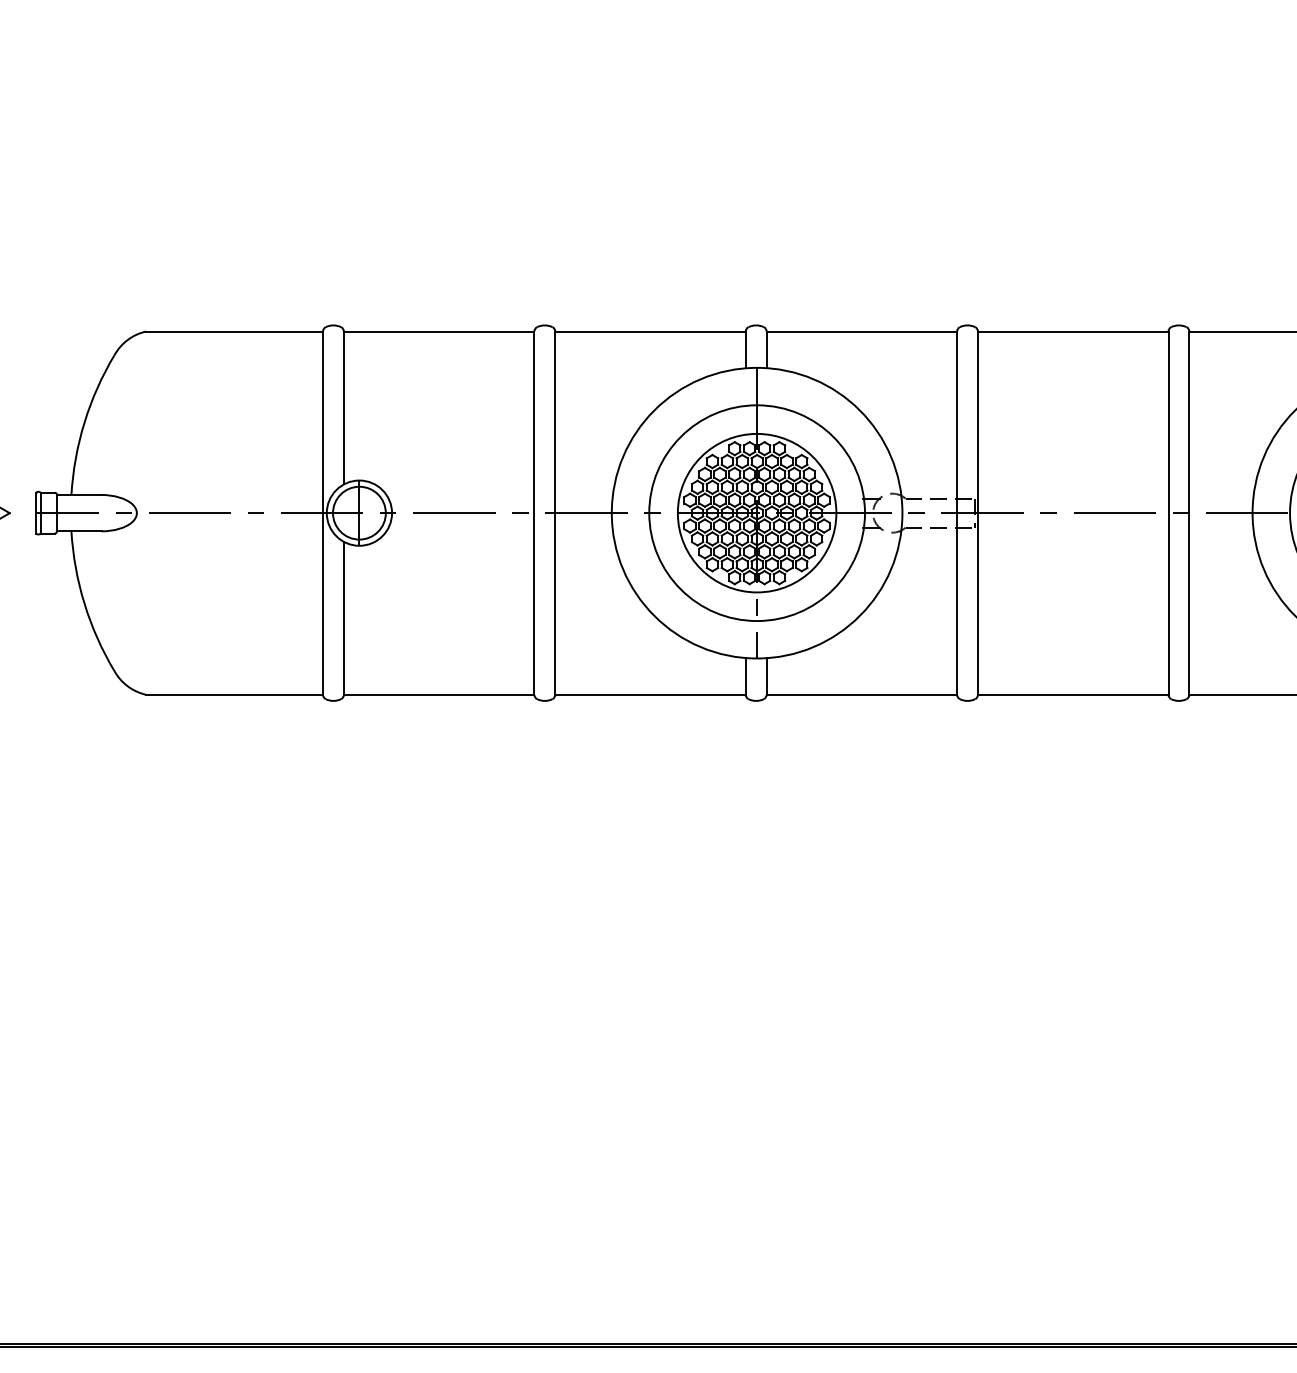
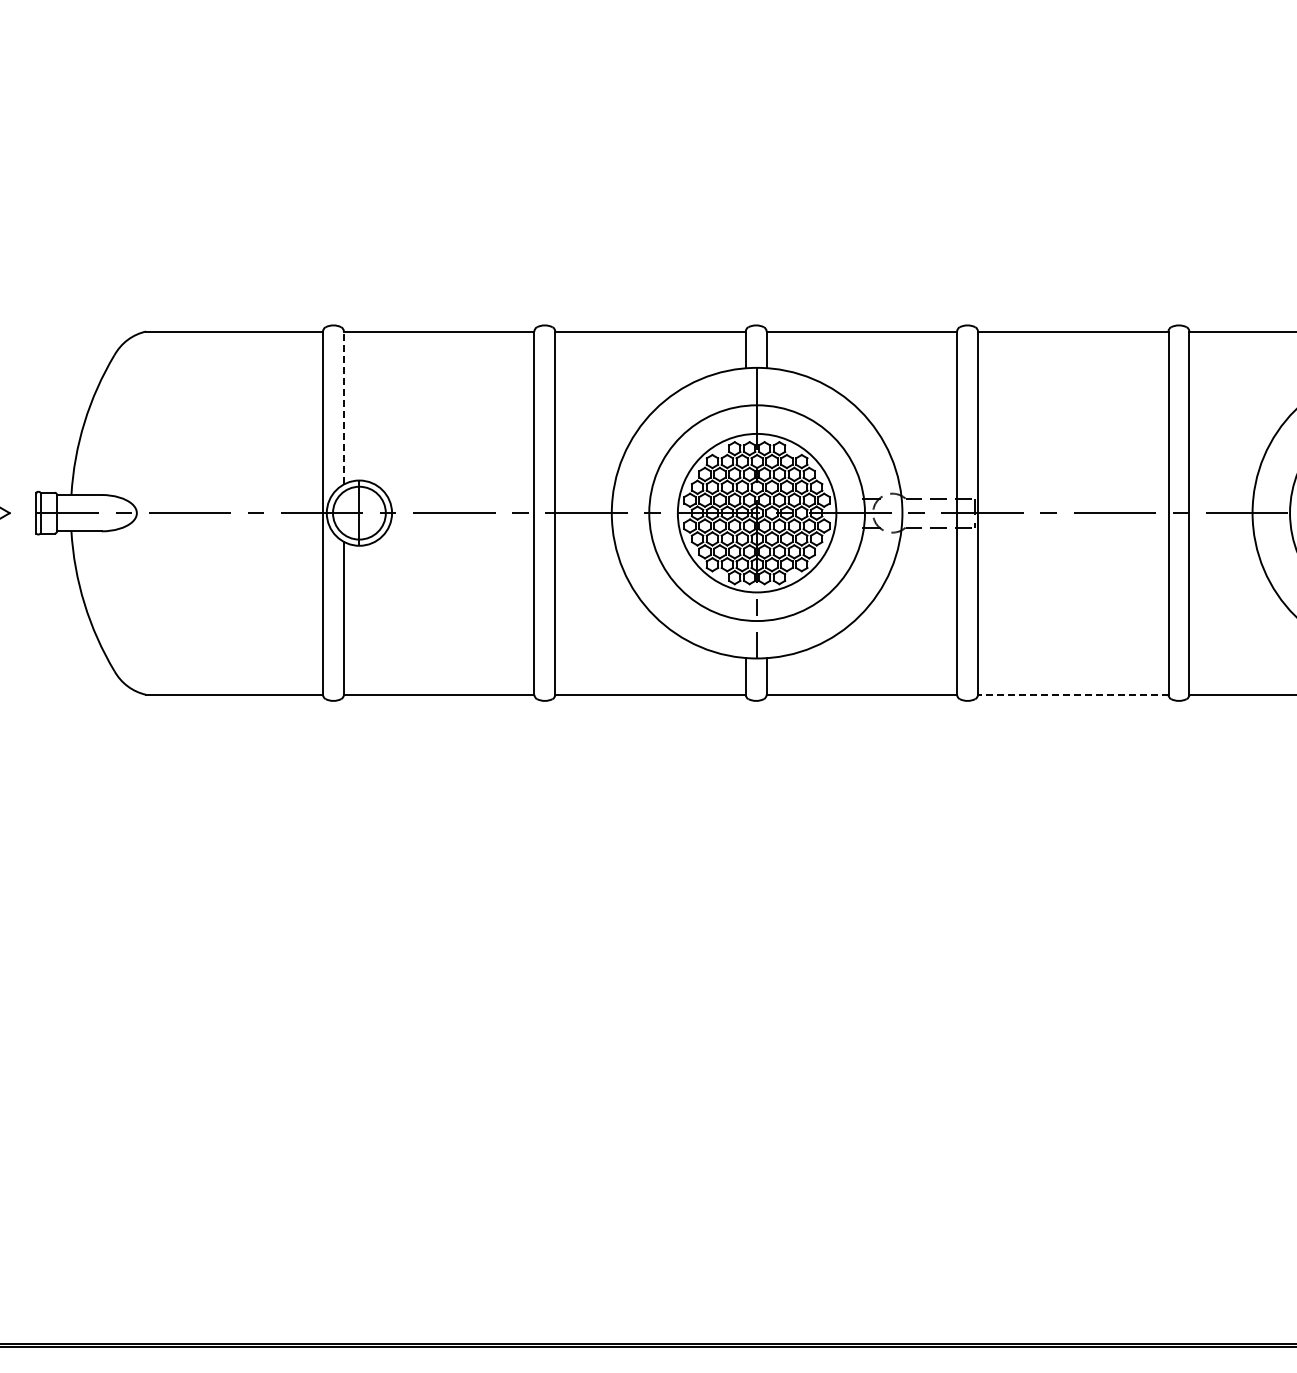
line at (343, 407): solid -> dashed
line at (1072, 694): solid -> dashed
